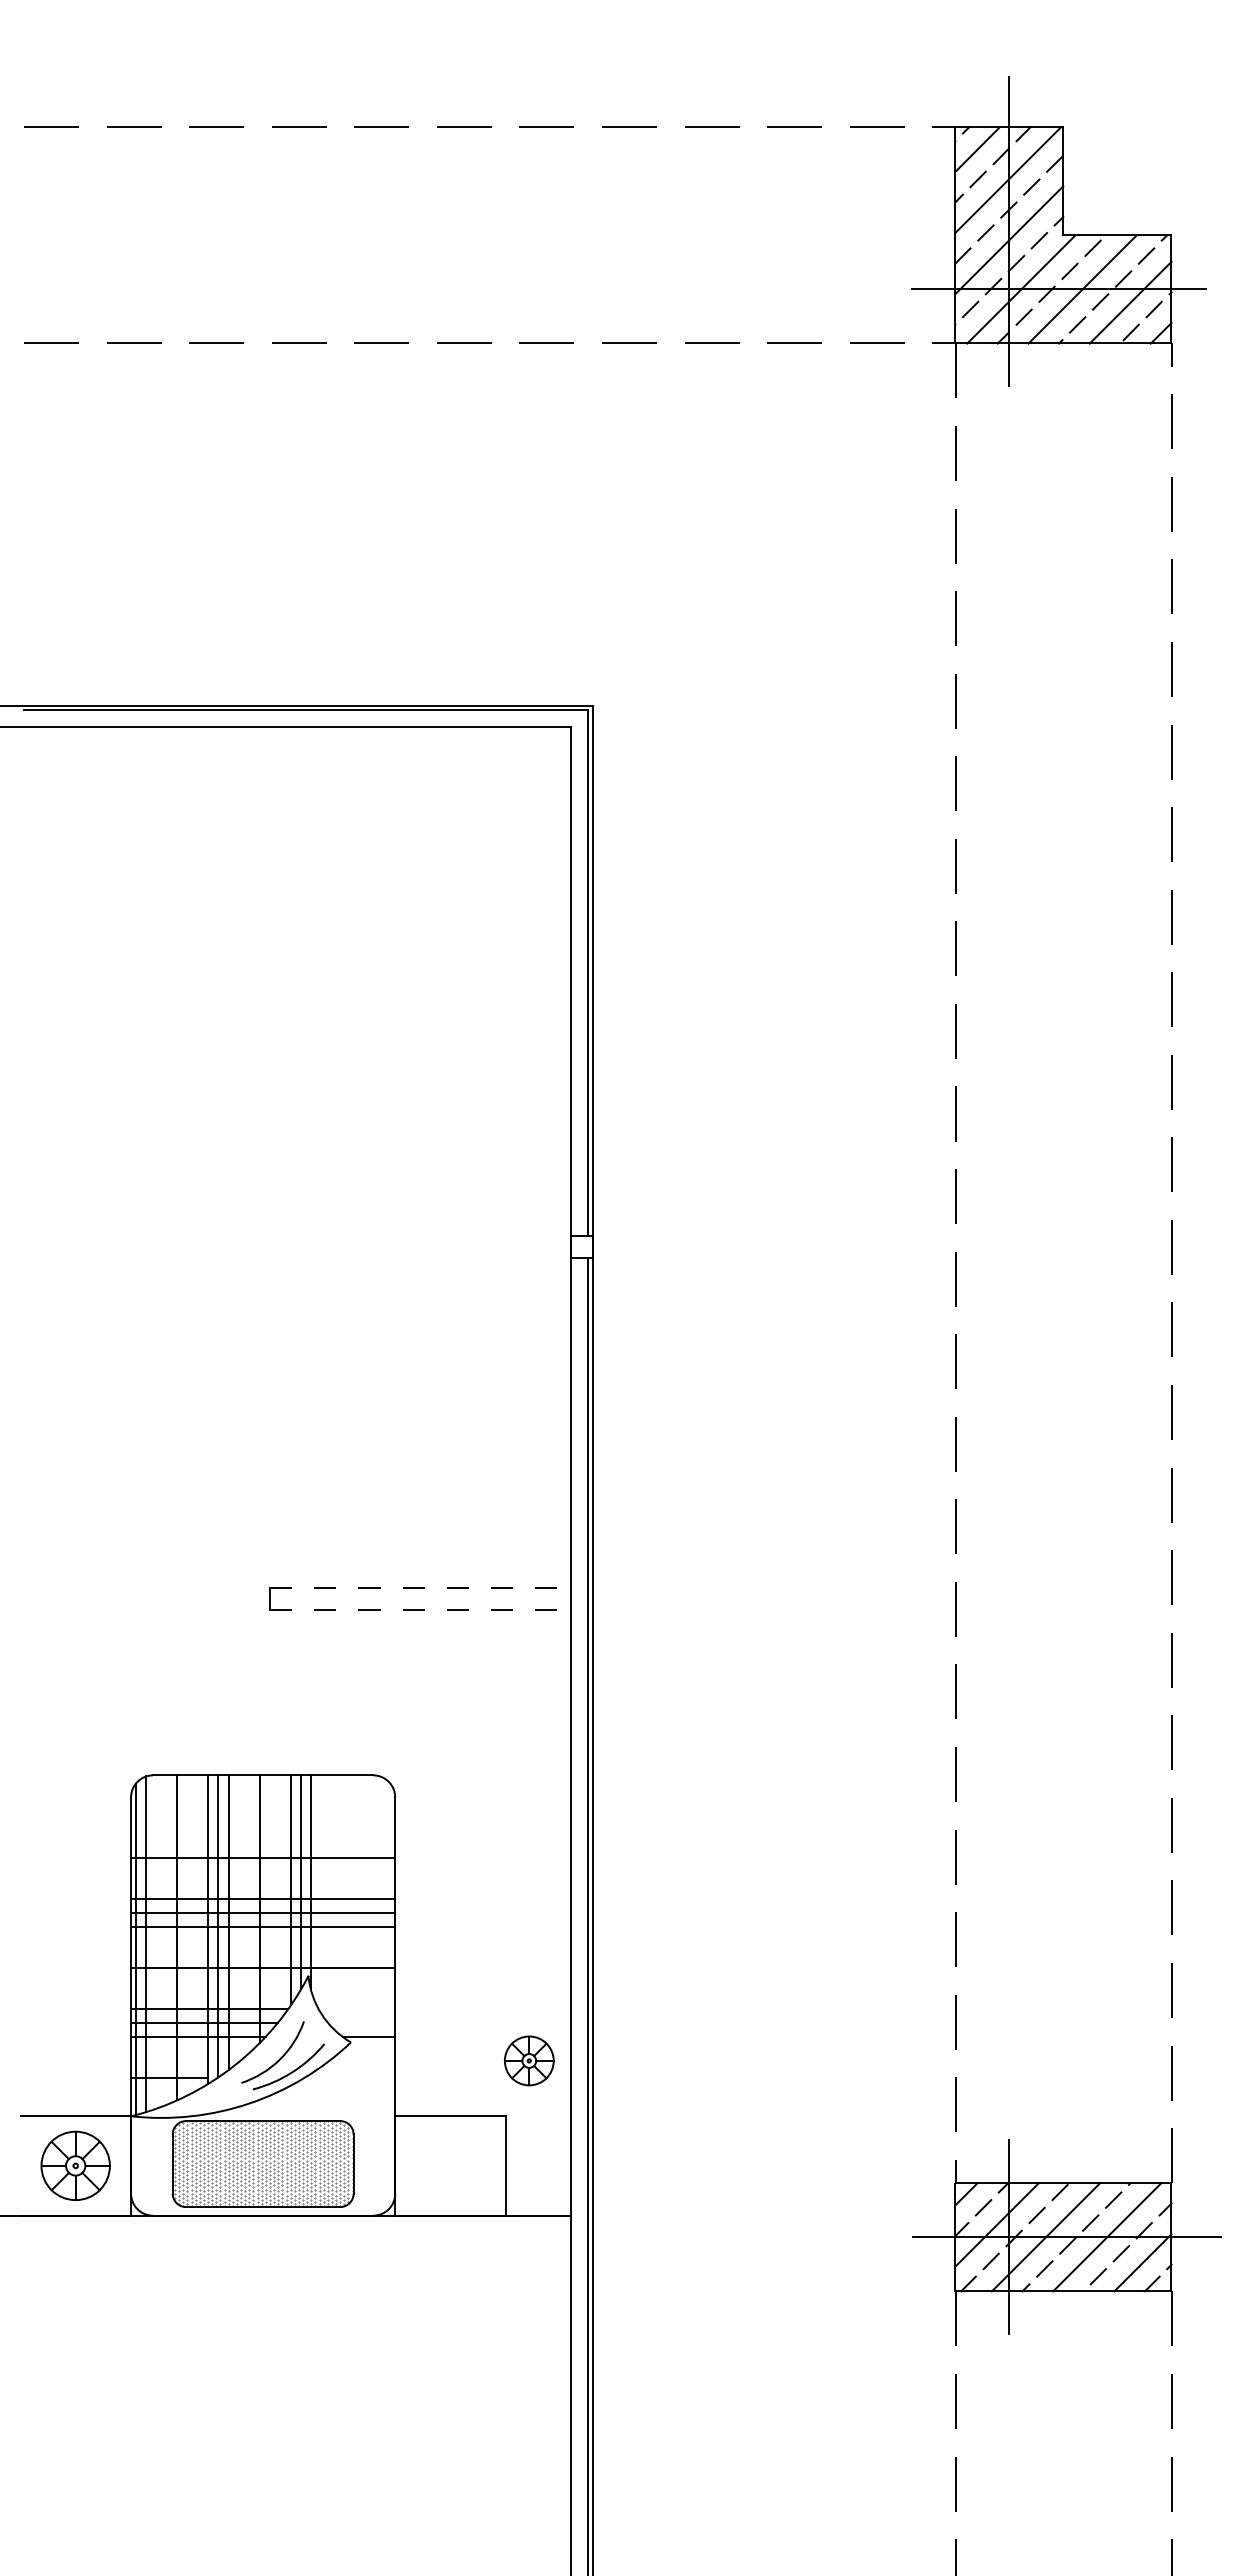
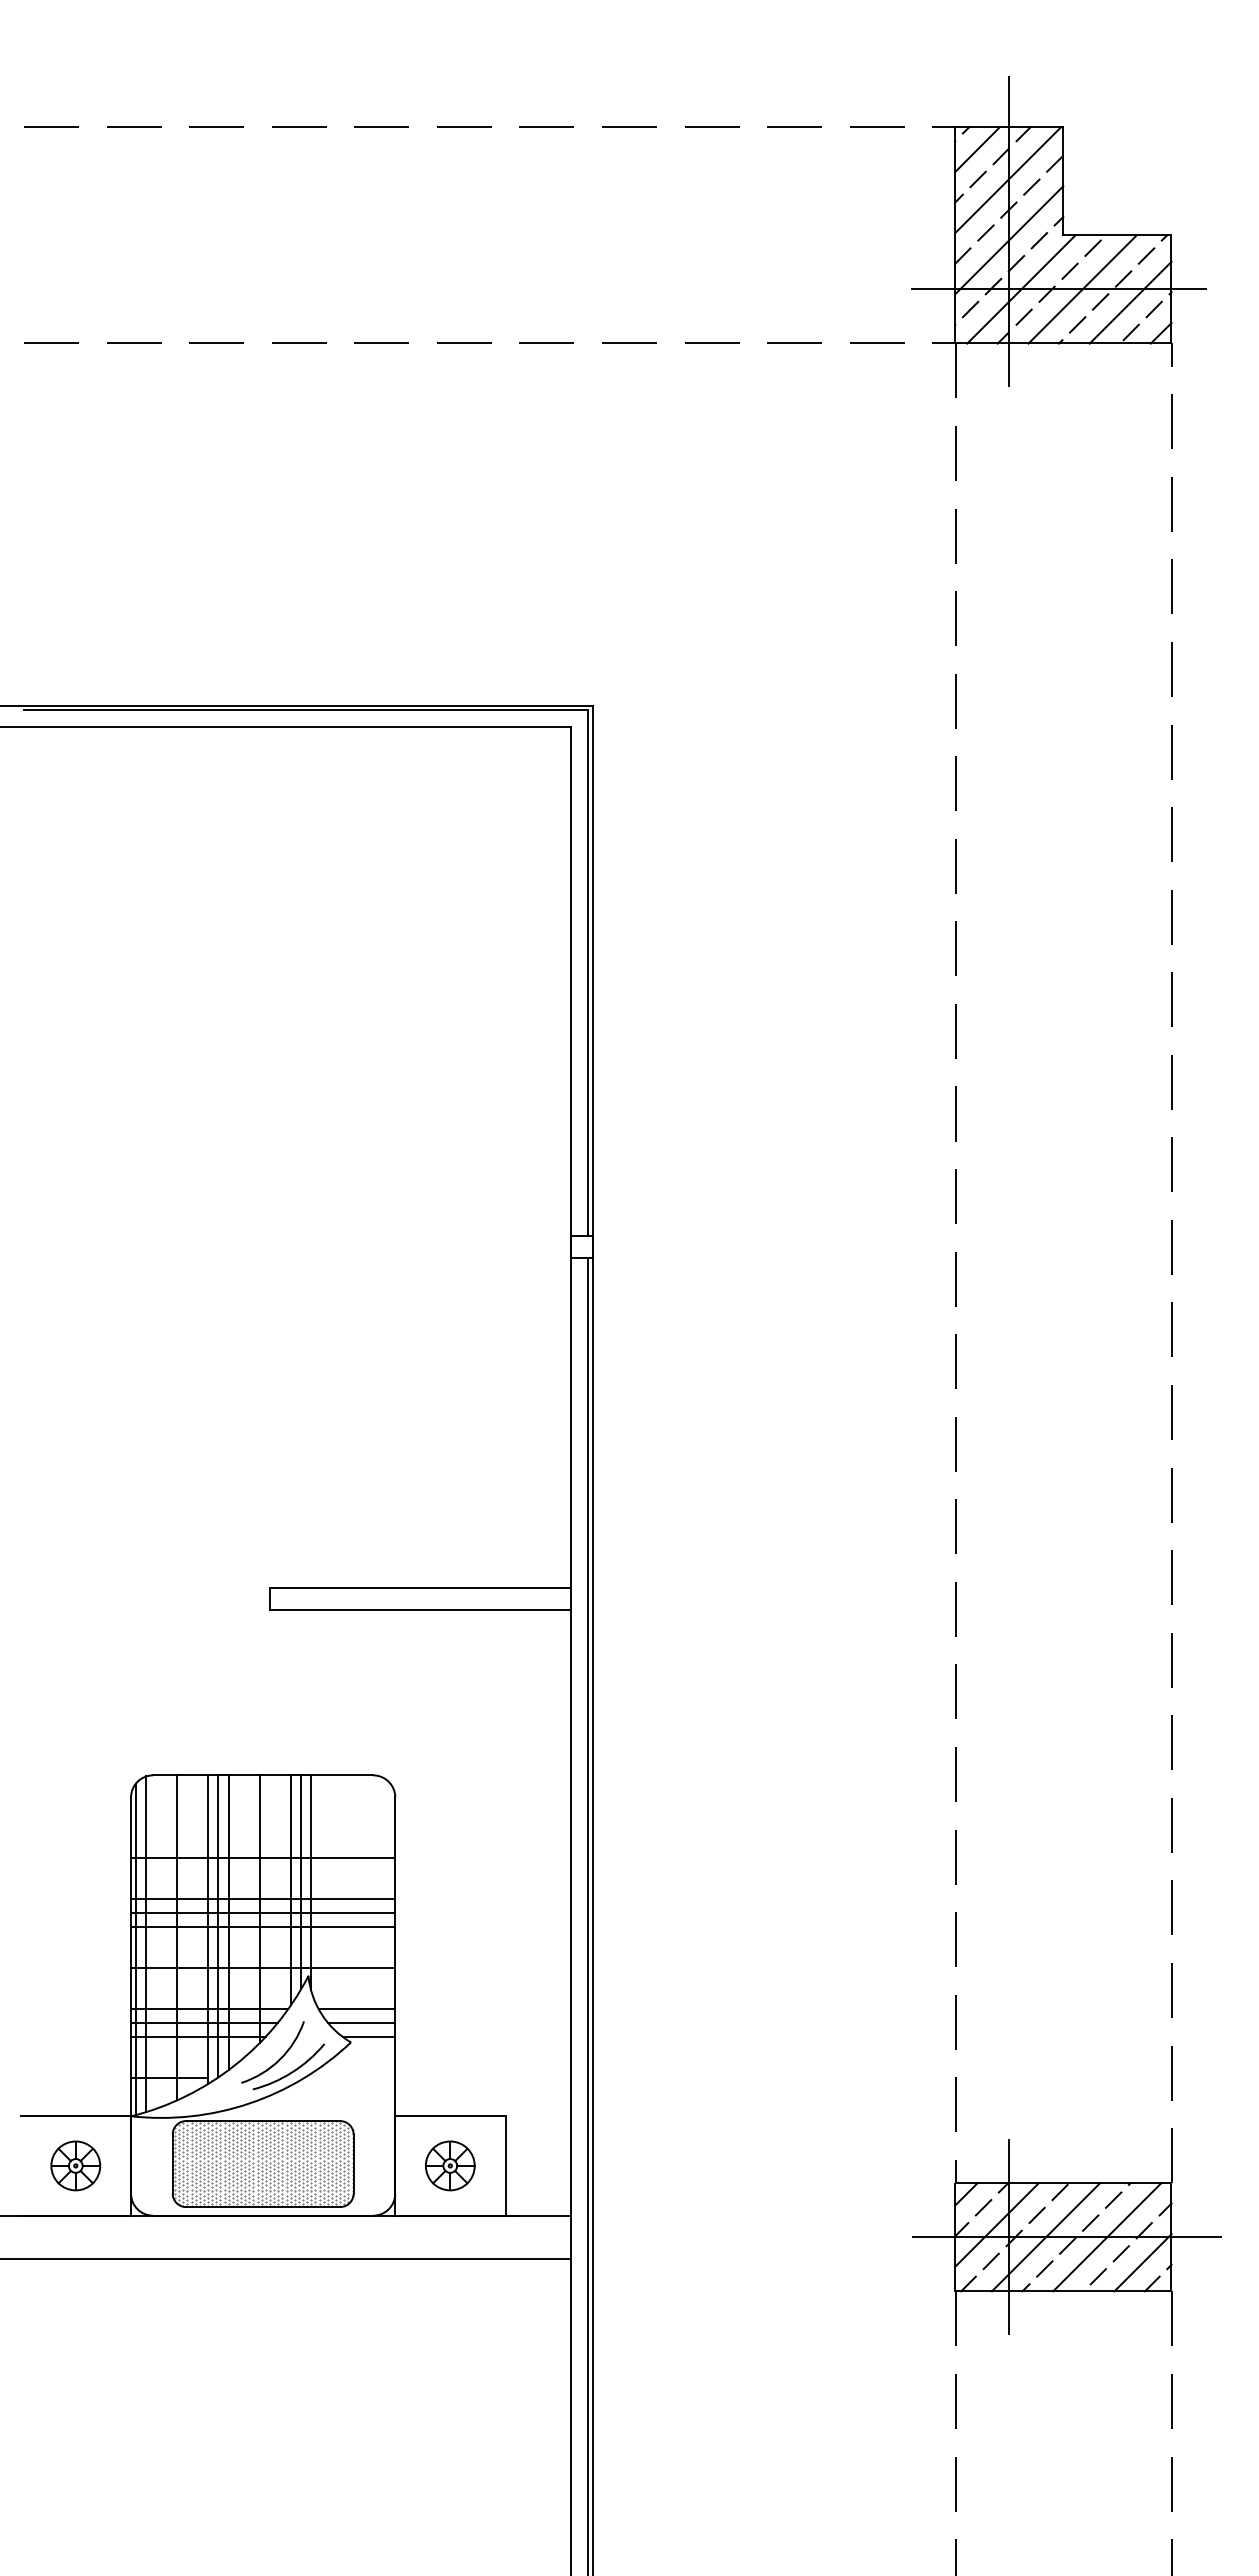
line at (421, 1588): dashed -> solid
line at (421, 1609): dashed -> solid
line at (356, 2009): none -> present
line at (361, 2023): none -> present
part at (529, 2060) position: (529, 2060) -> (450, 2165)
part at (75, 2165) size: 71x71 px -> 52x52 px
line at (286, 2259): none -> present
